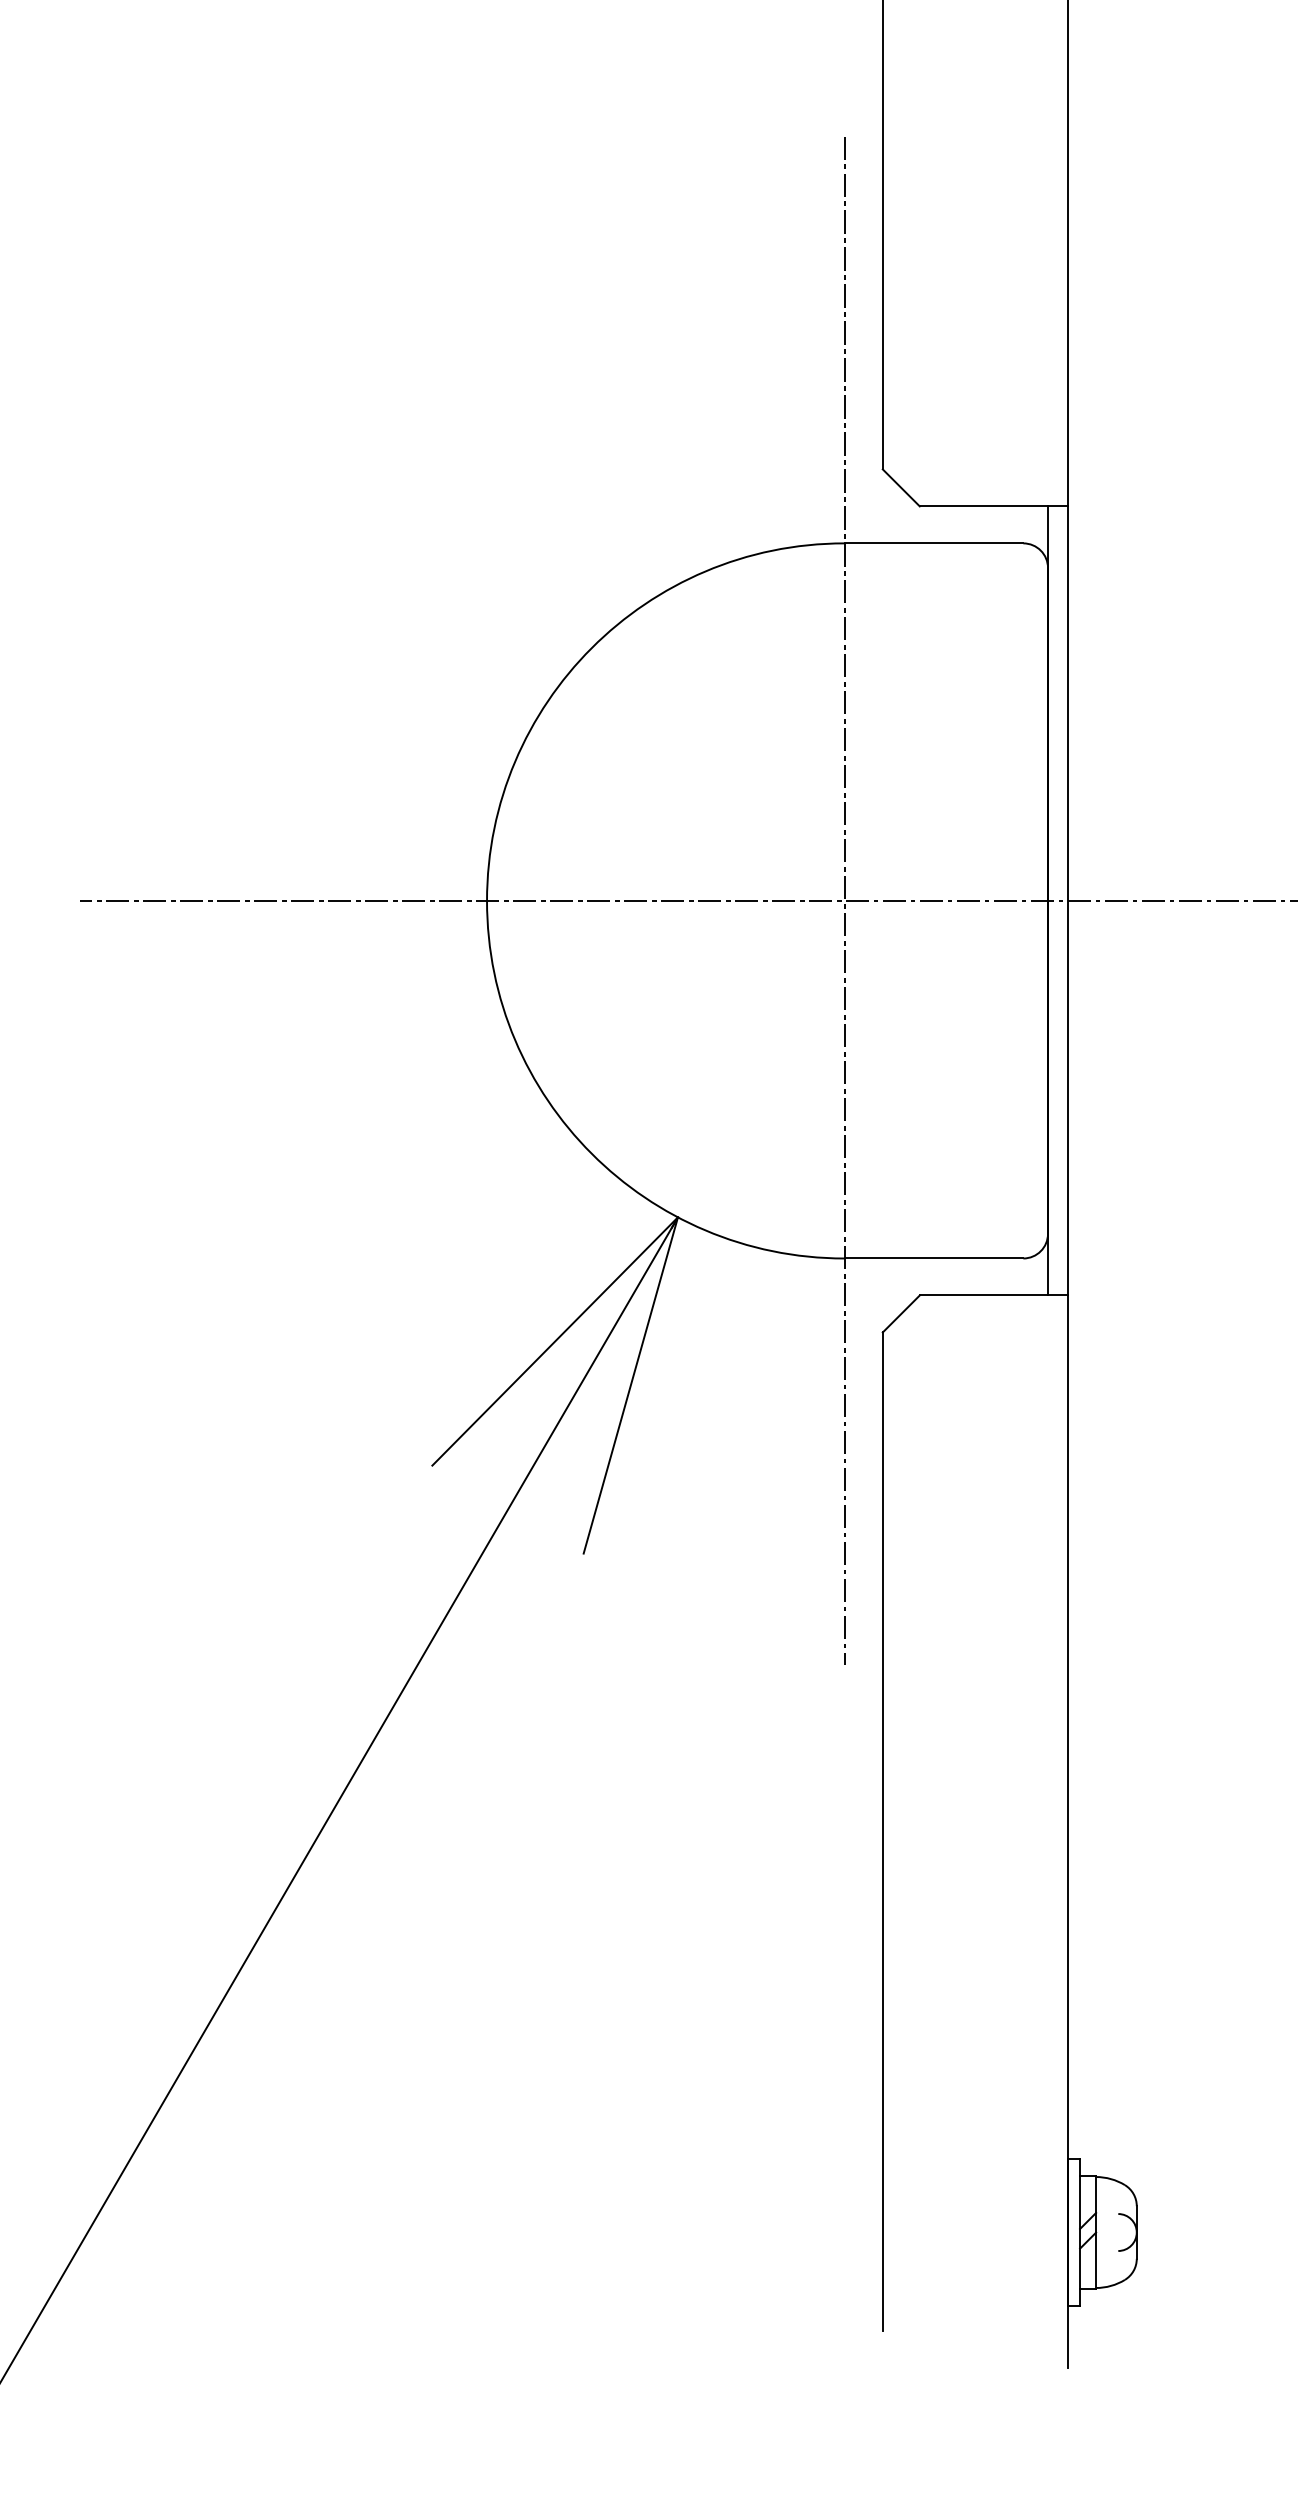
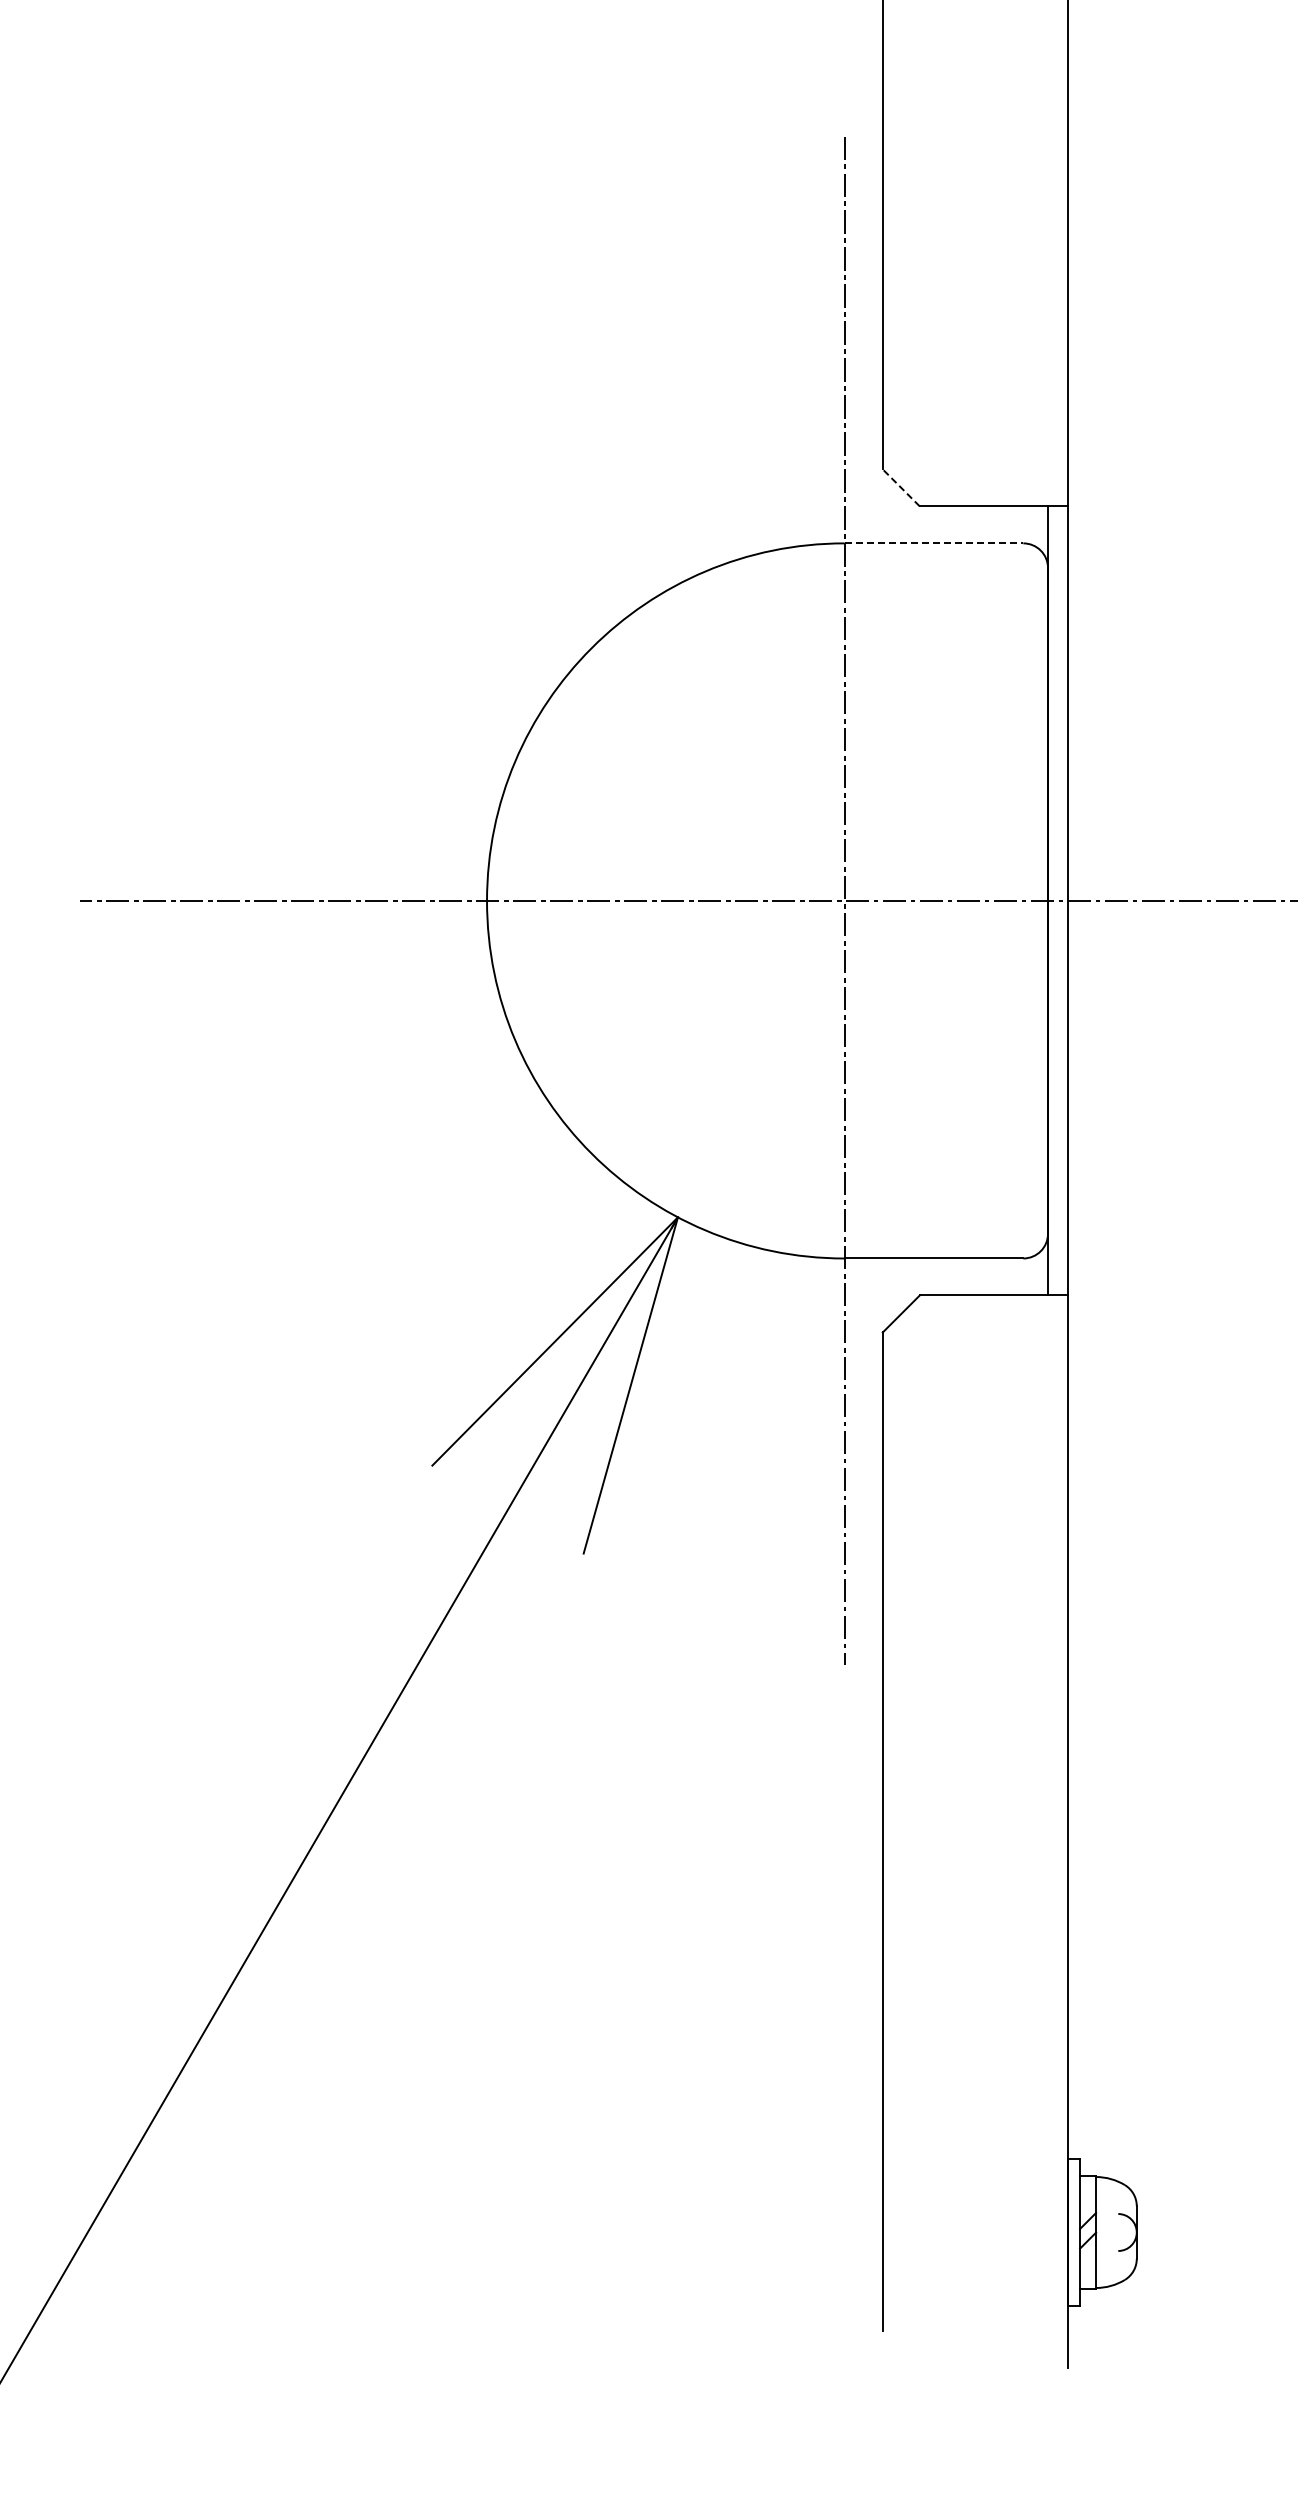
line at (900, 487): solid -> dashed
line at (934, 543): solid -> dashed
